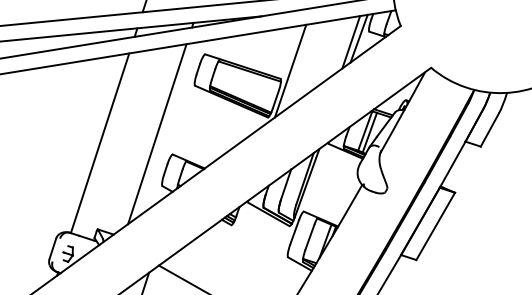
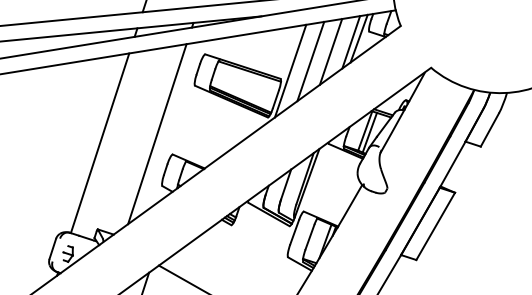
line at (330, 51): none -> present
line at (310, 61): none -> present
